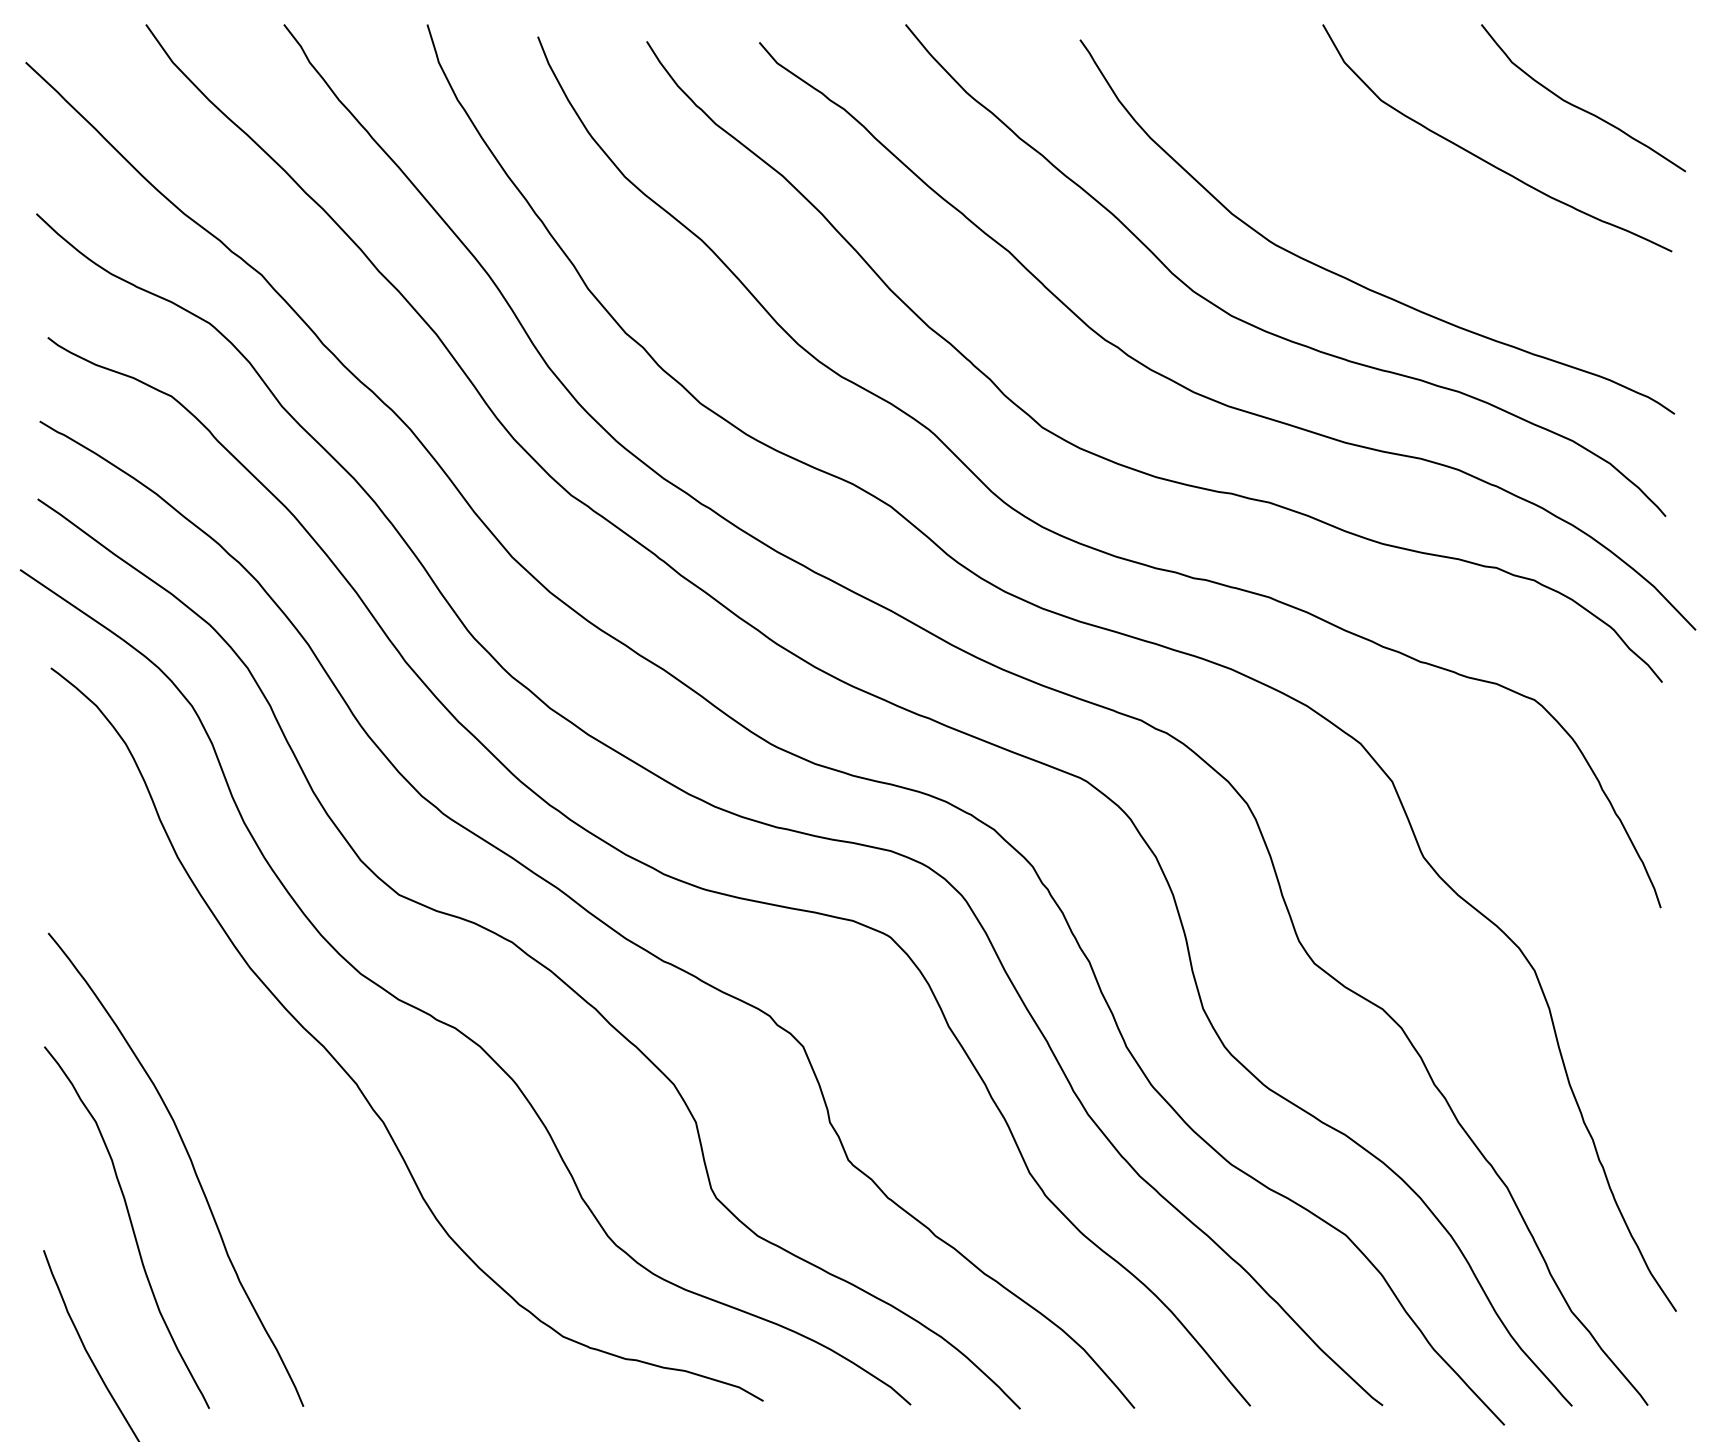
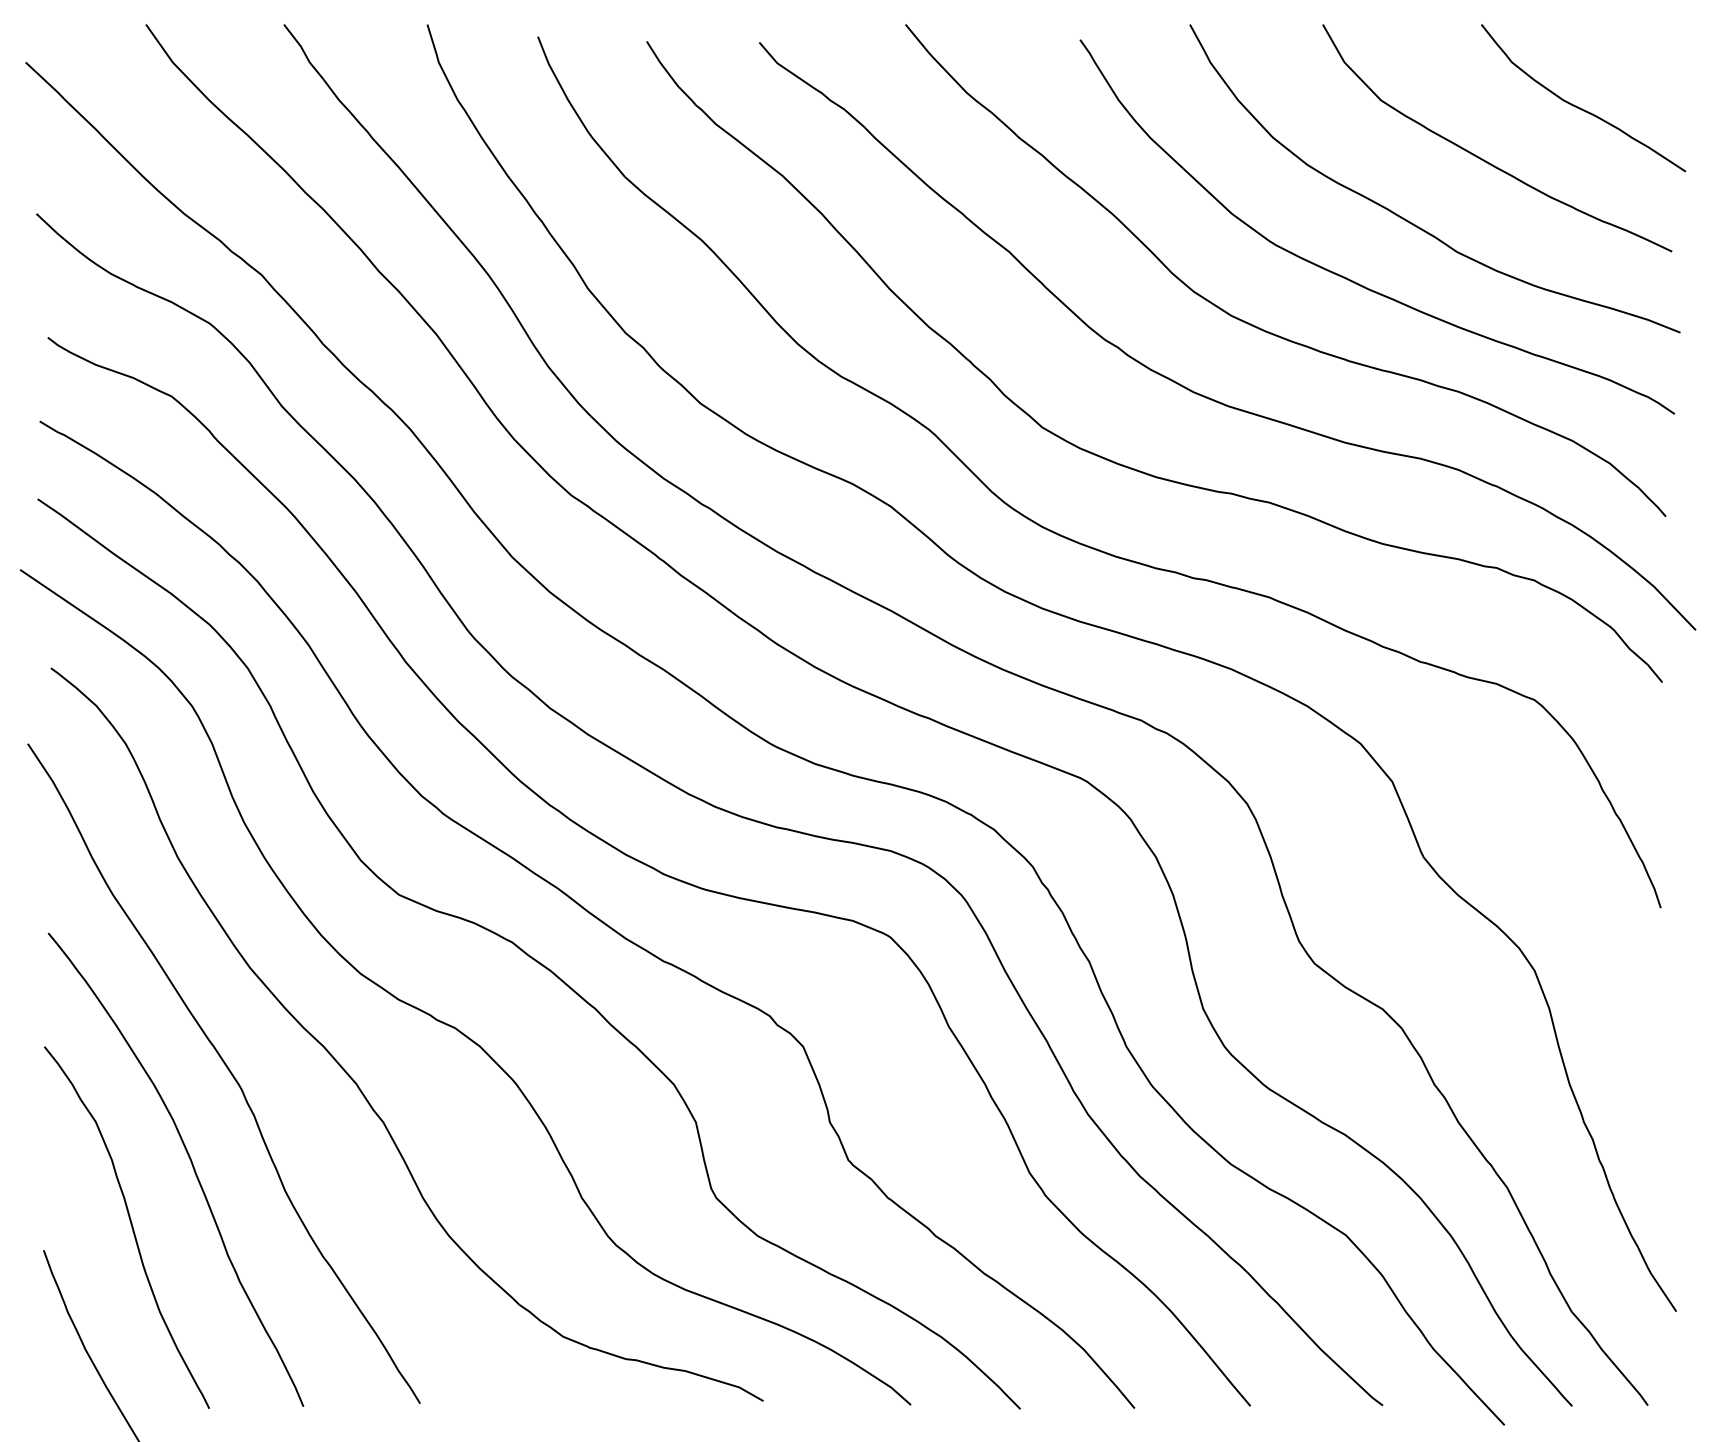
curve at (1410, 221): none -> present
curve at (227, 1069): none -> present
